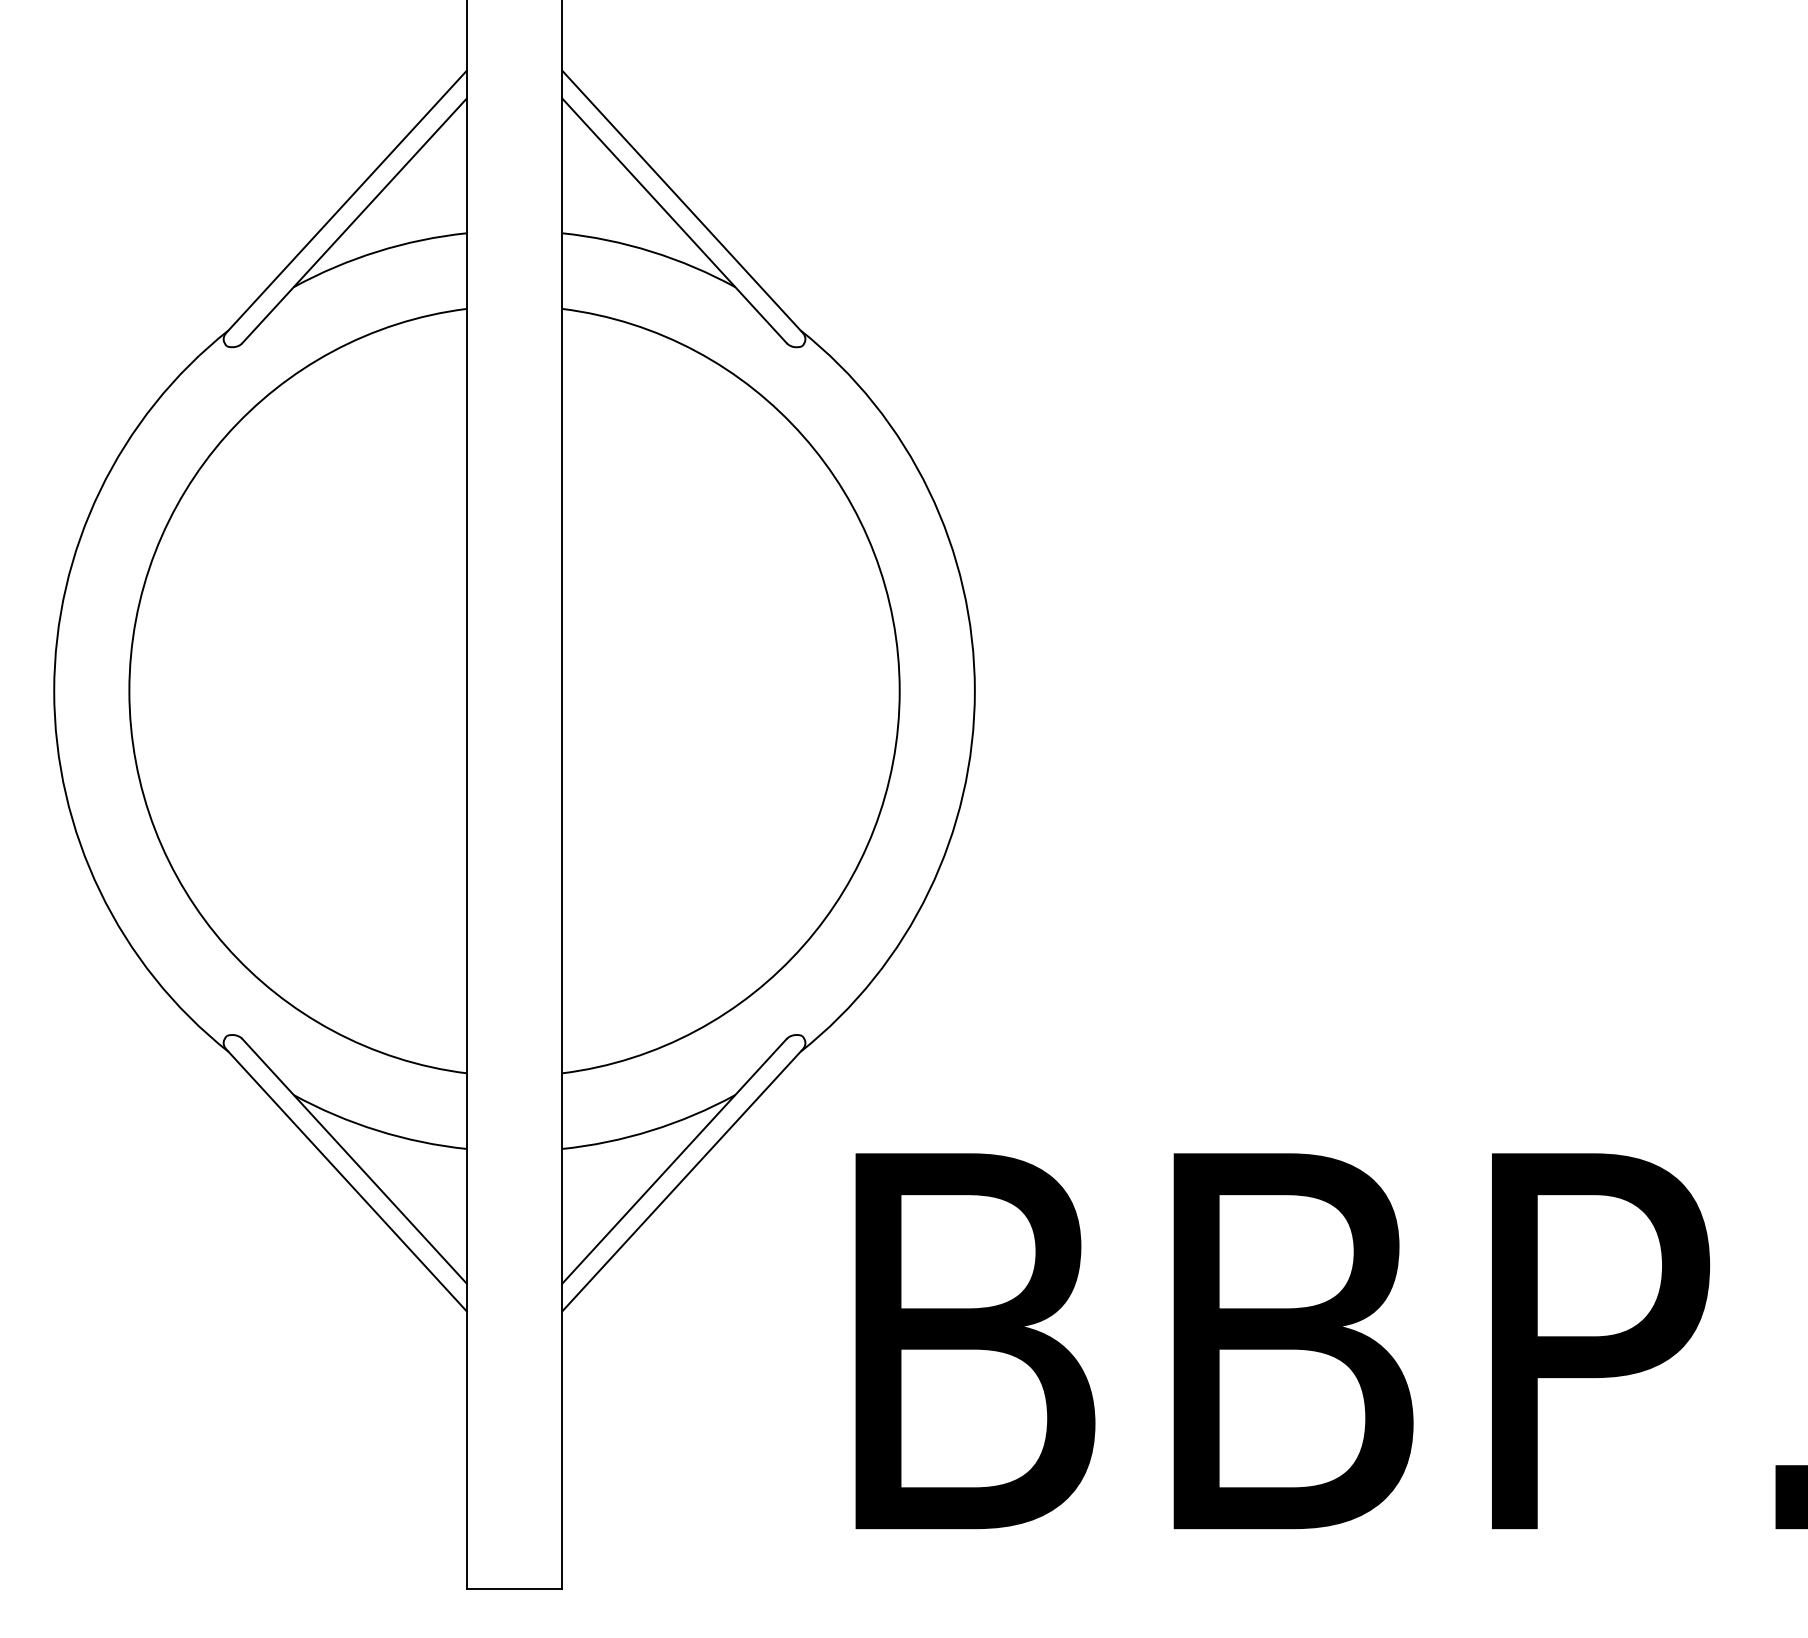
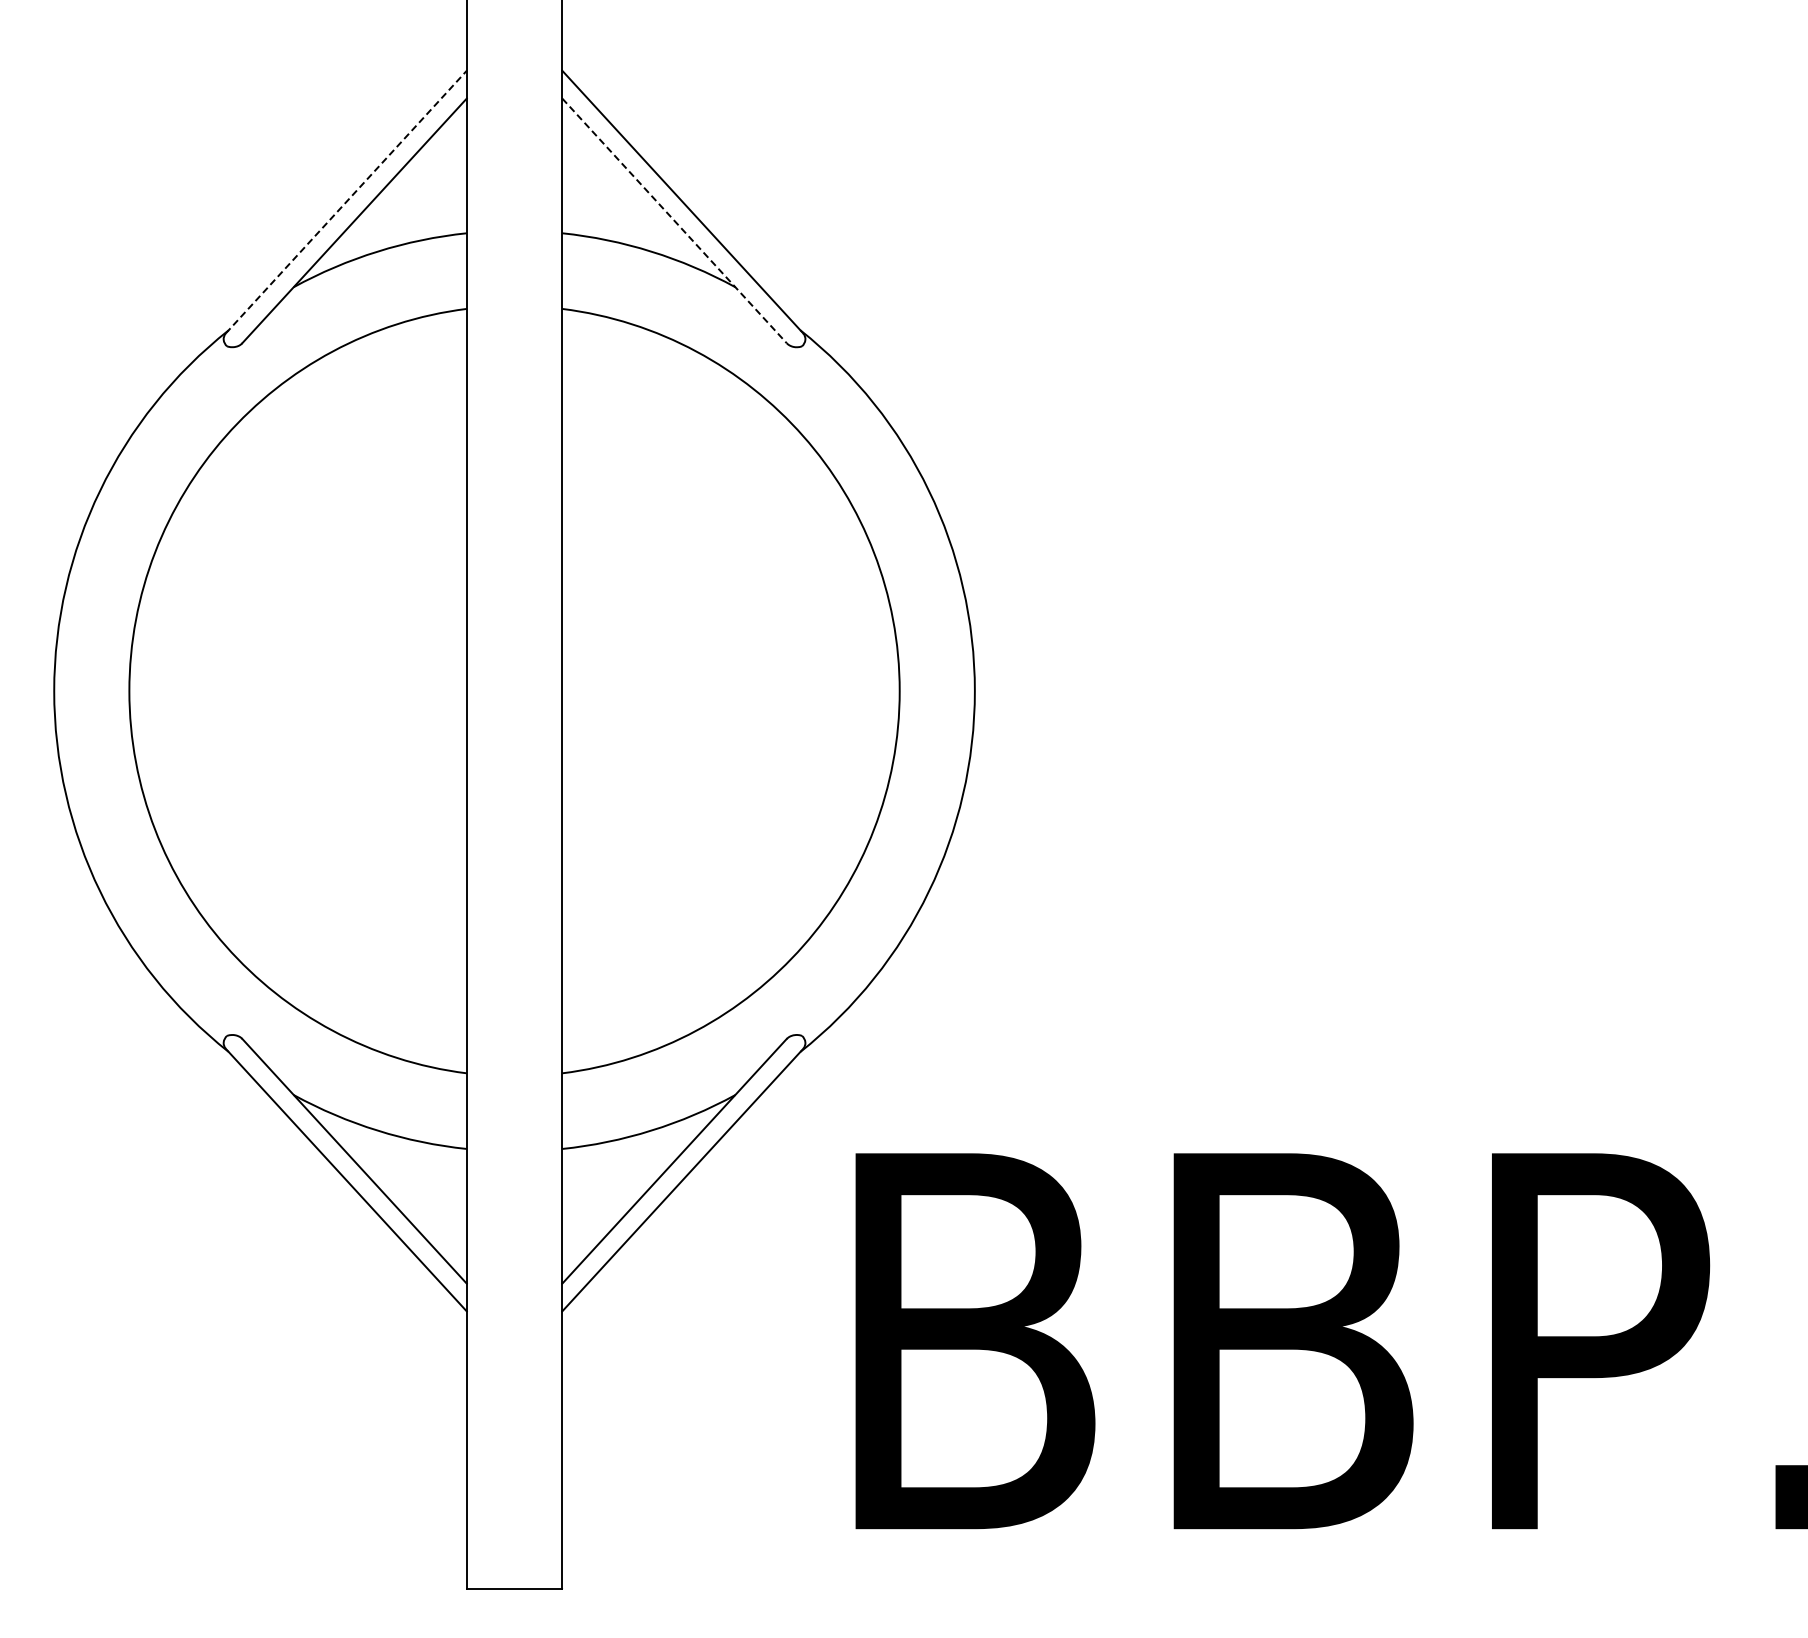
line at (346, 201): solid -> dashed
line at (674, 220): solid -> dashed
